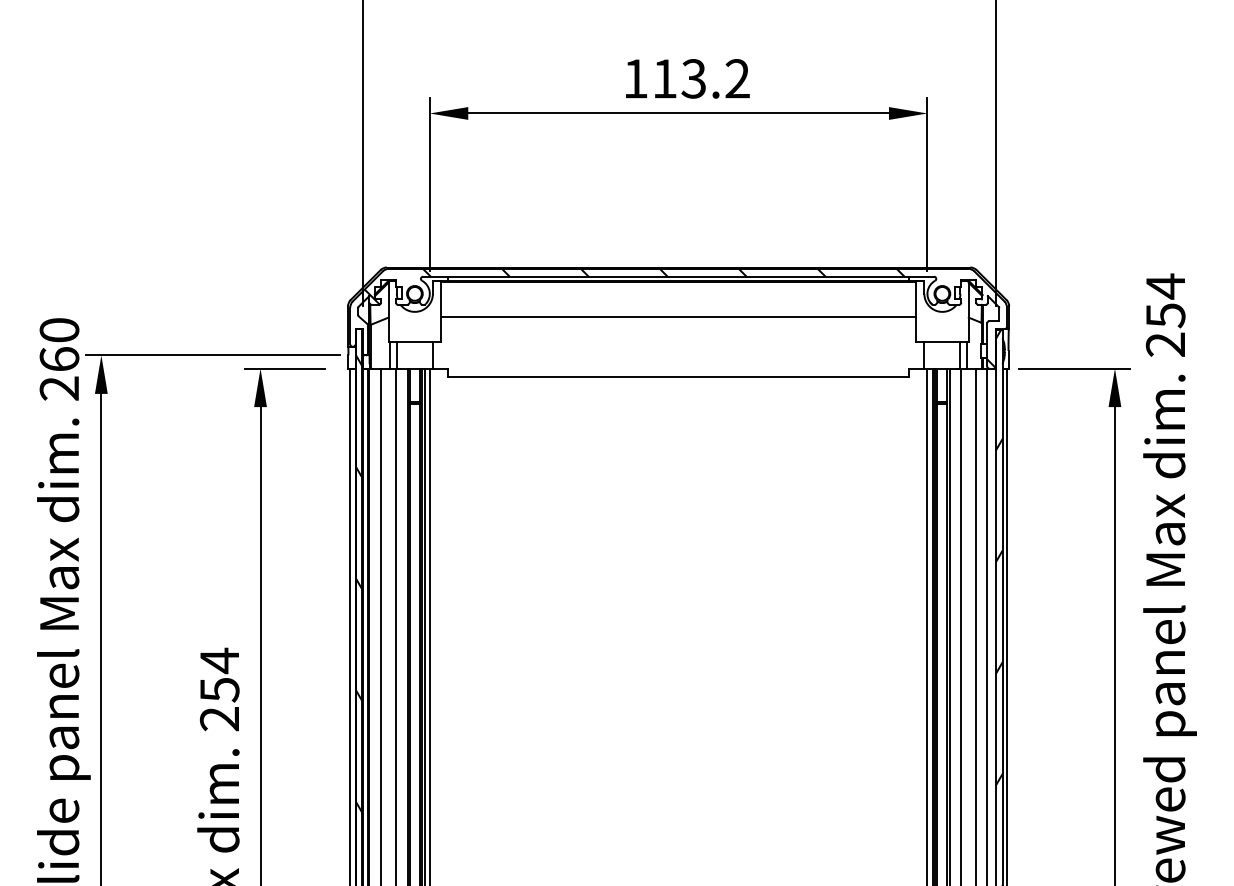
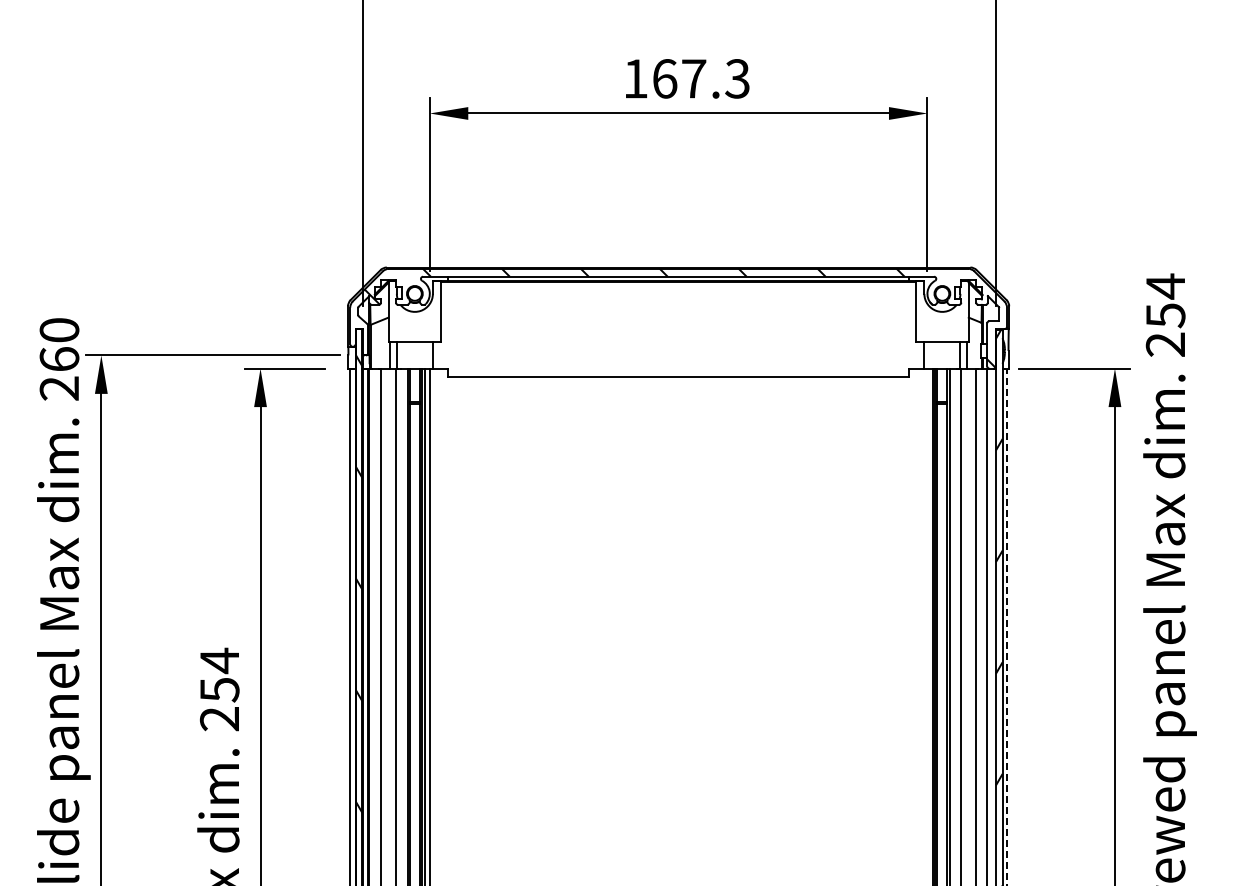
text at (701, 78): 113.2 -> 167.3
line at (678, 316): present -> none
line at (927, 625): present -> none
line at (1007, 626): solid -> dashed
